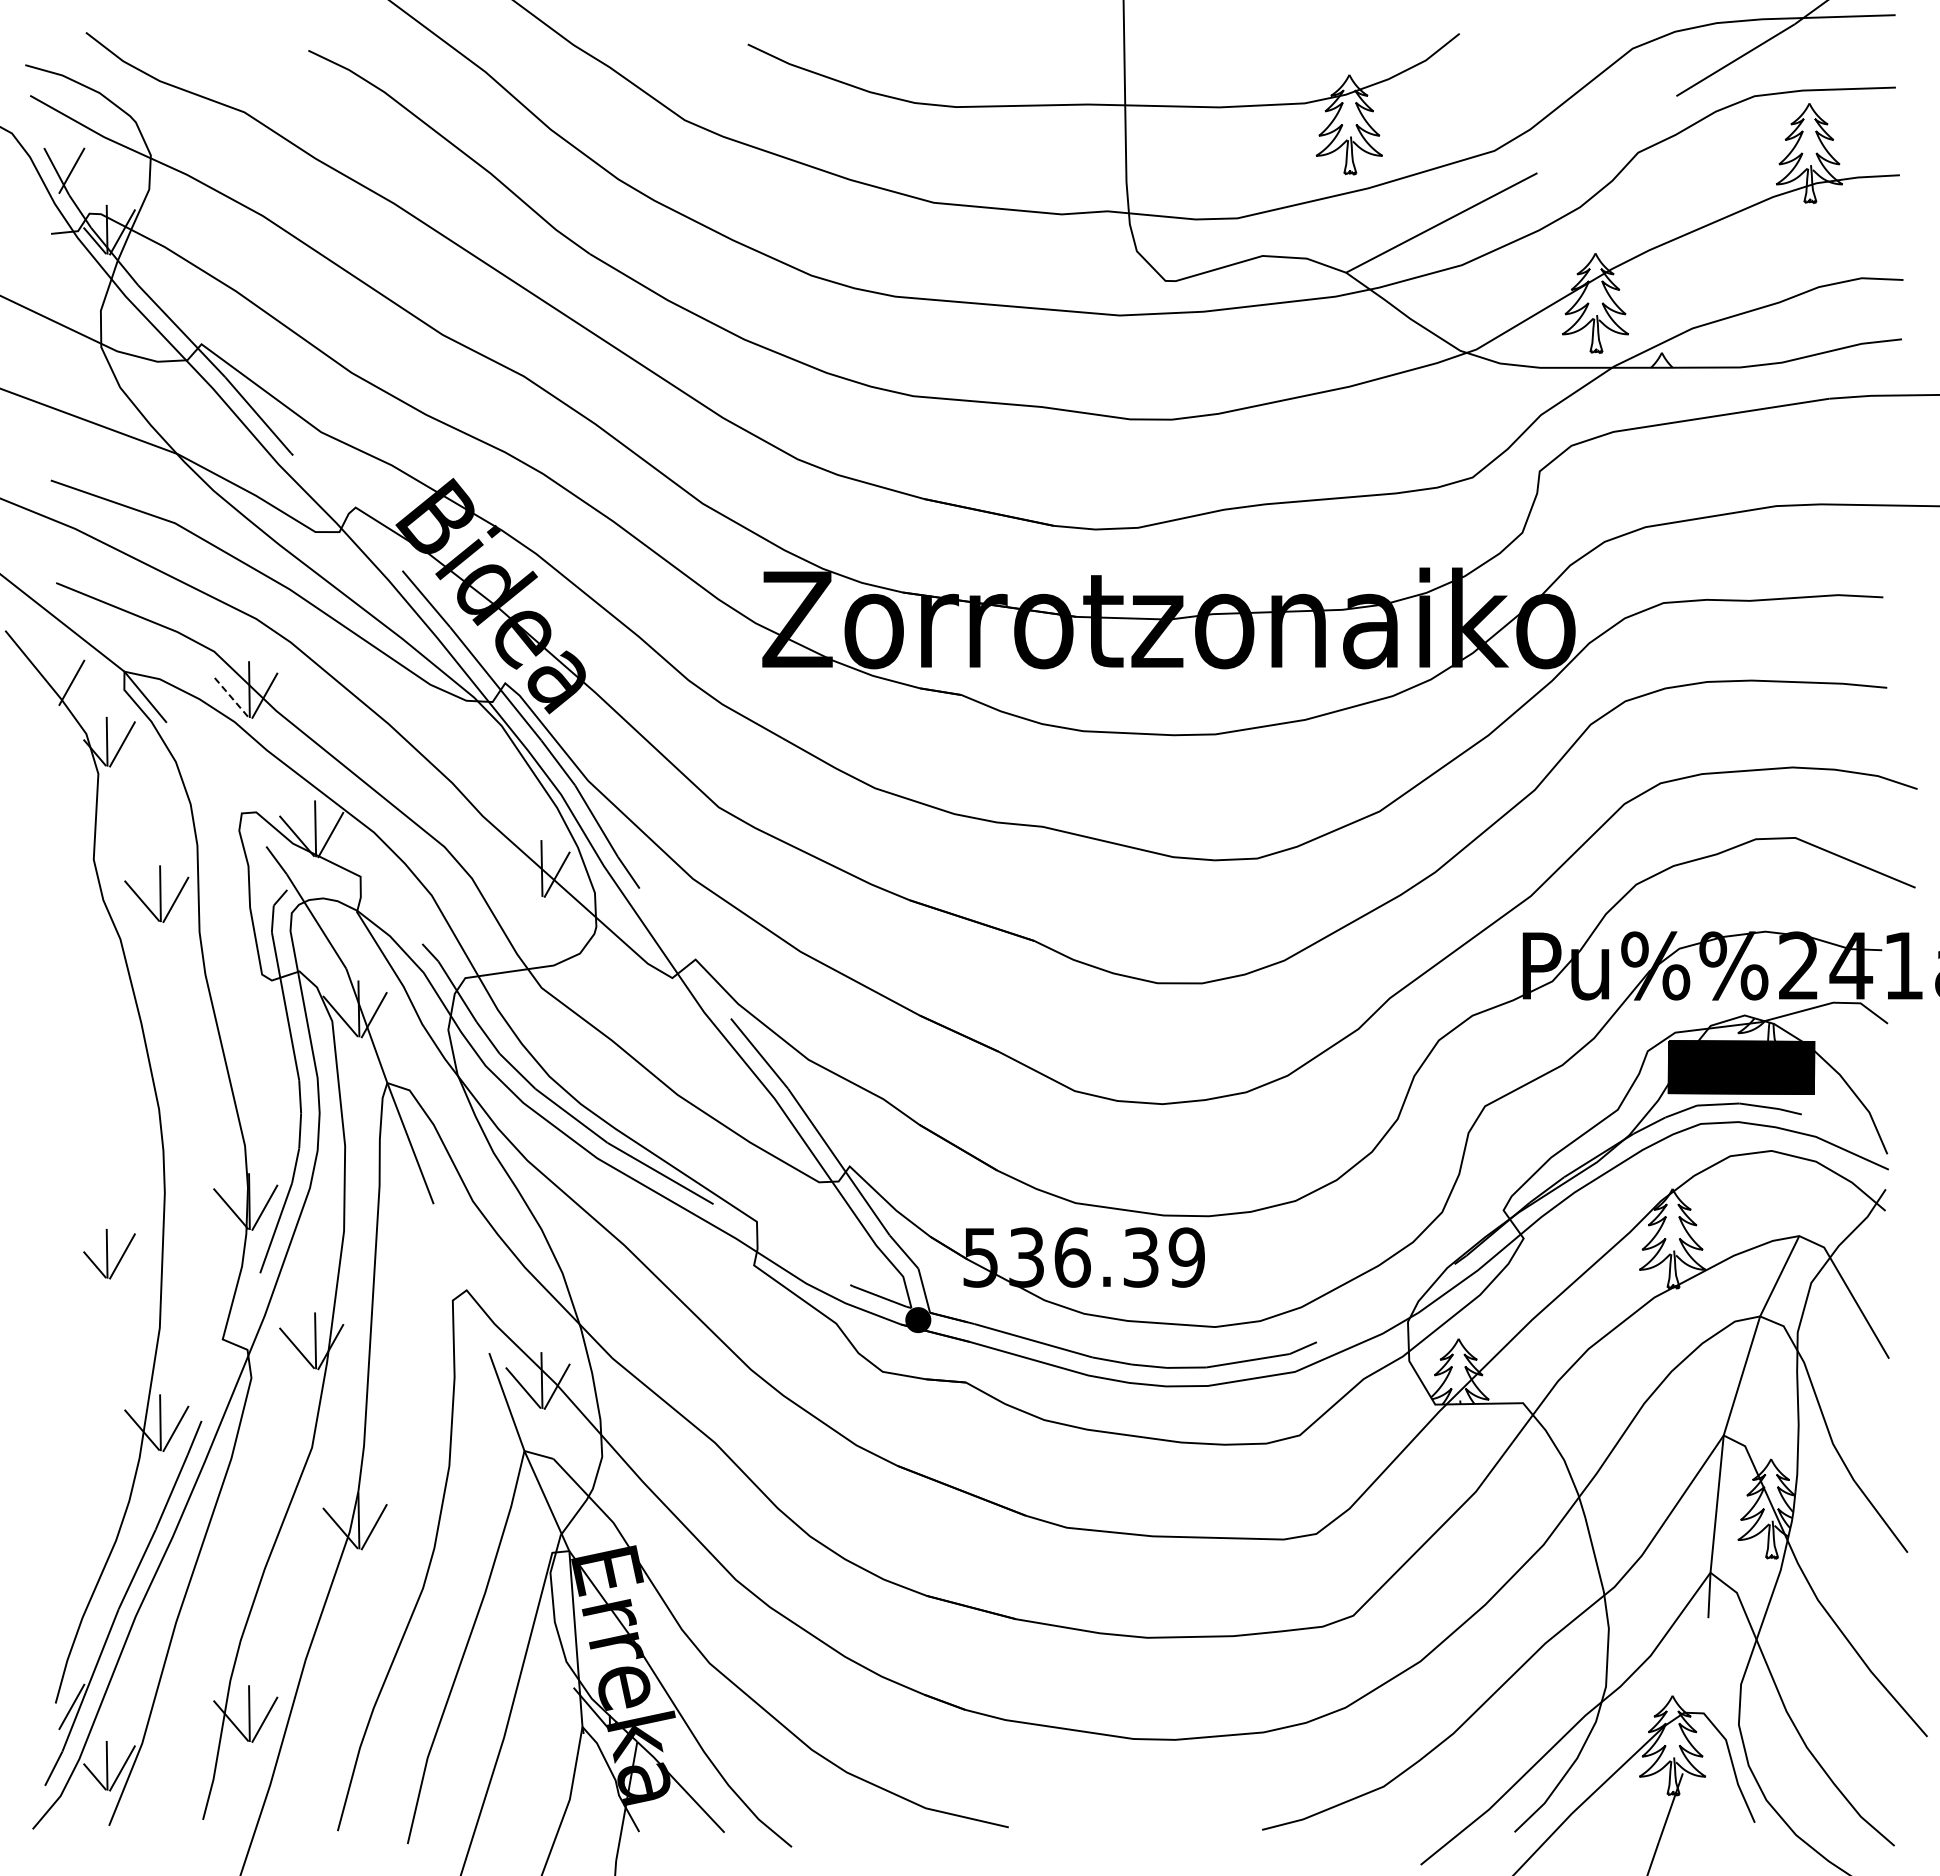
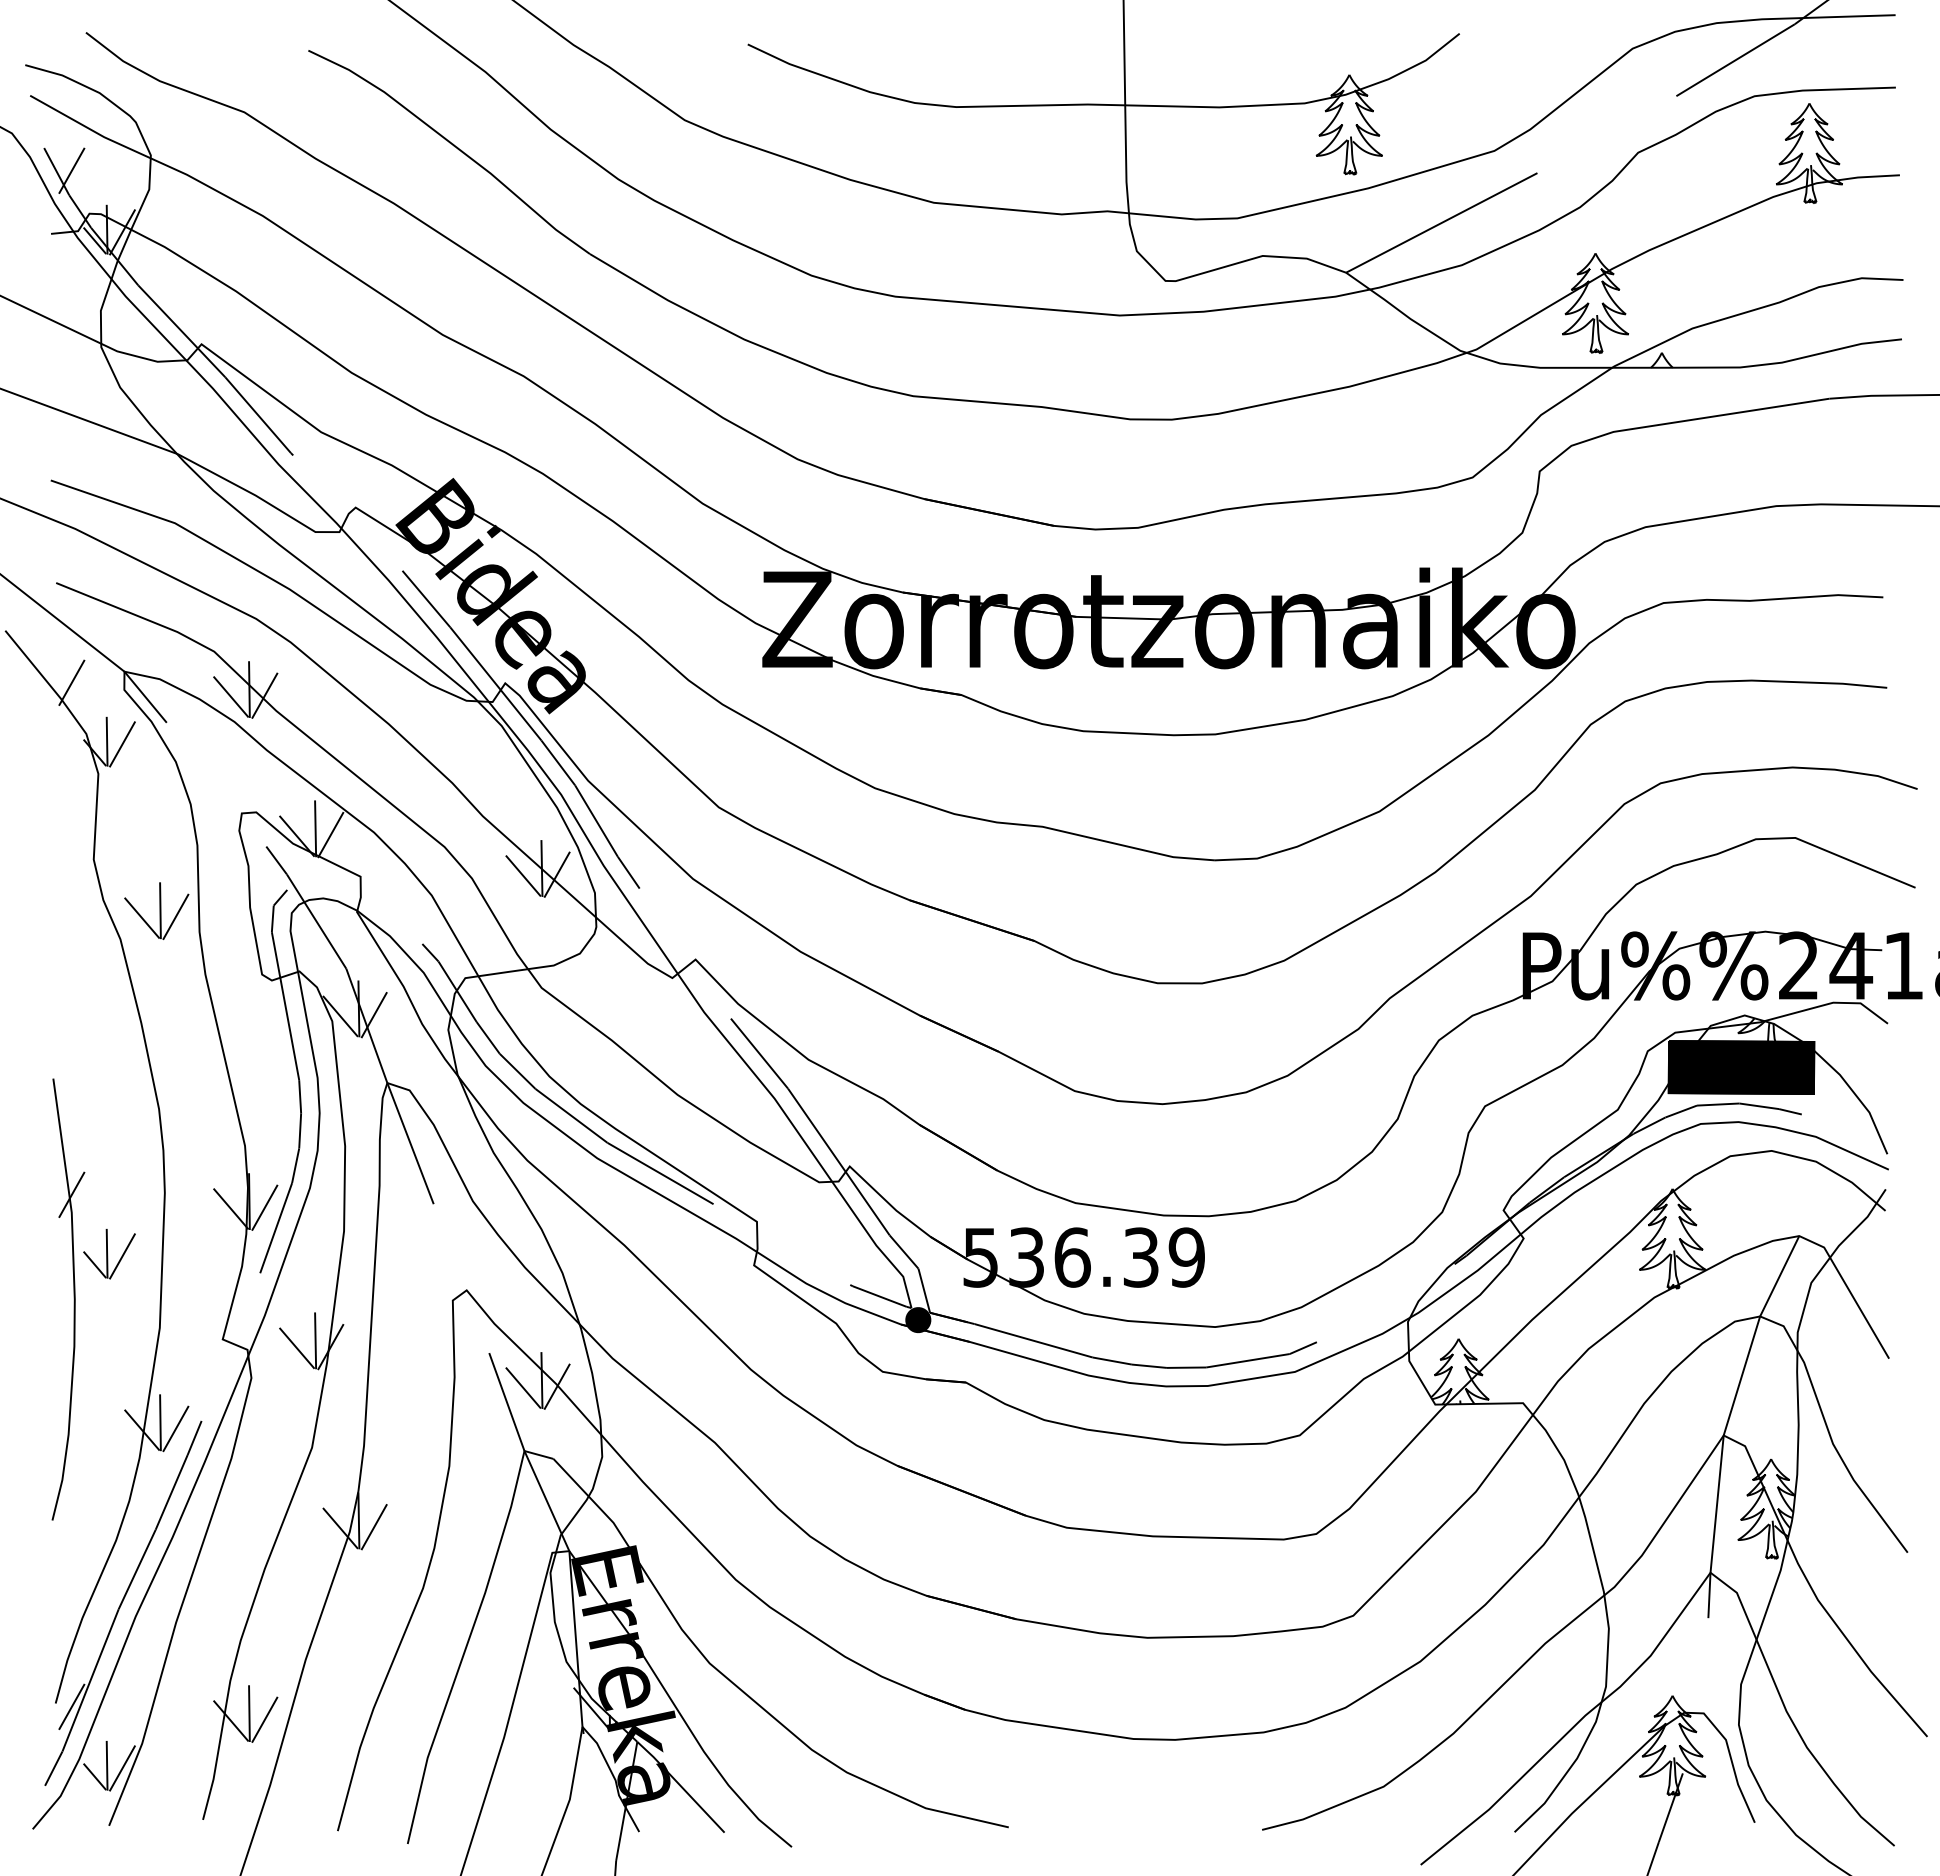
line at (231, 697): dashed -> solid
line at (523, 875): none -> present
part at (156, 893) position: (156, 893) -> (156, 910)
part at (68, 1299): none -> present
